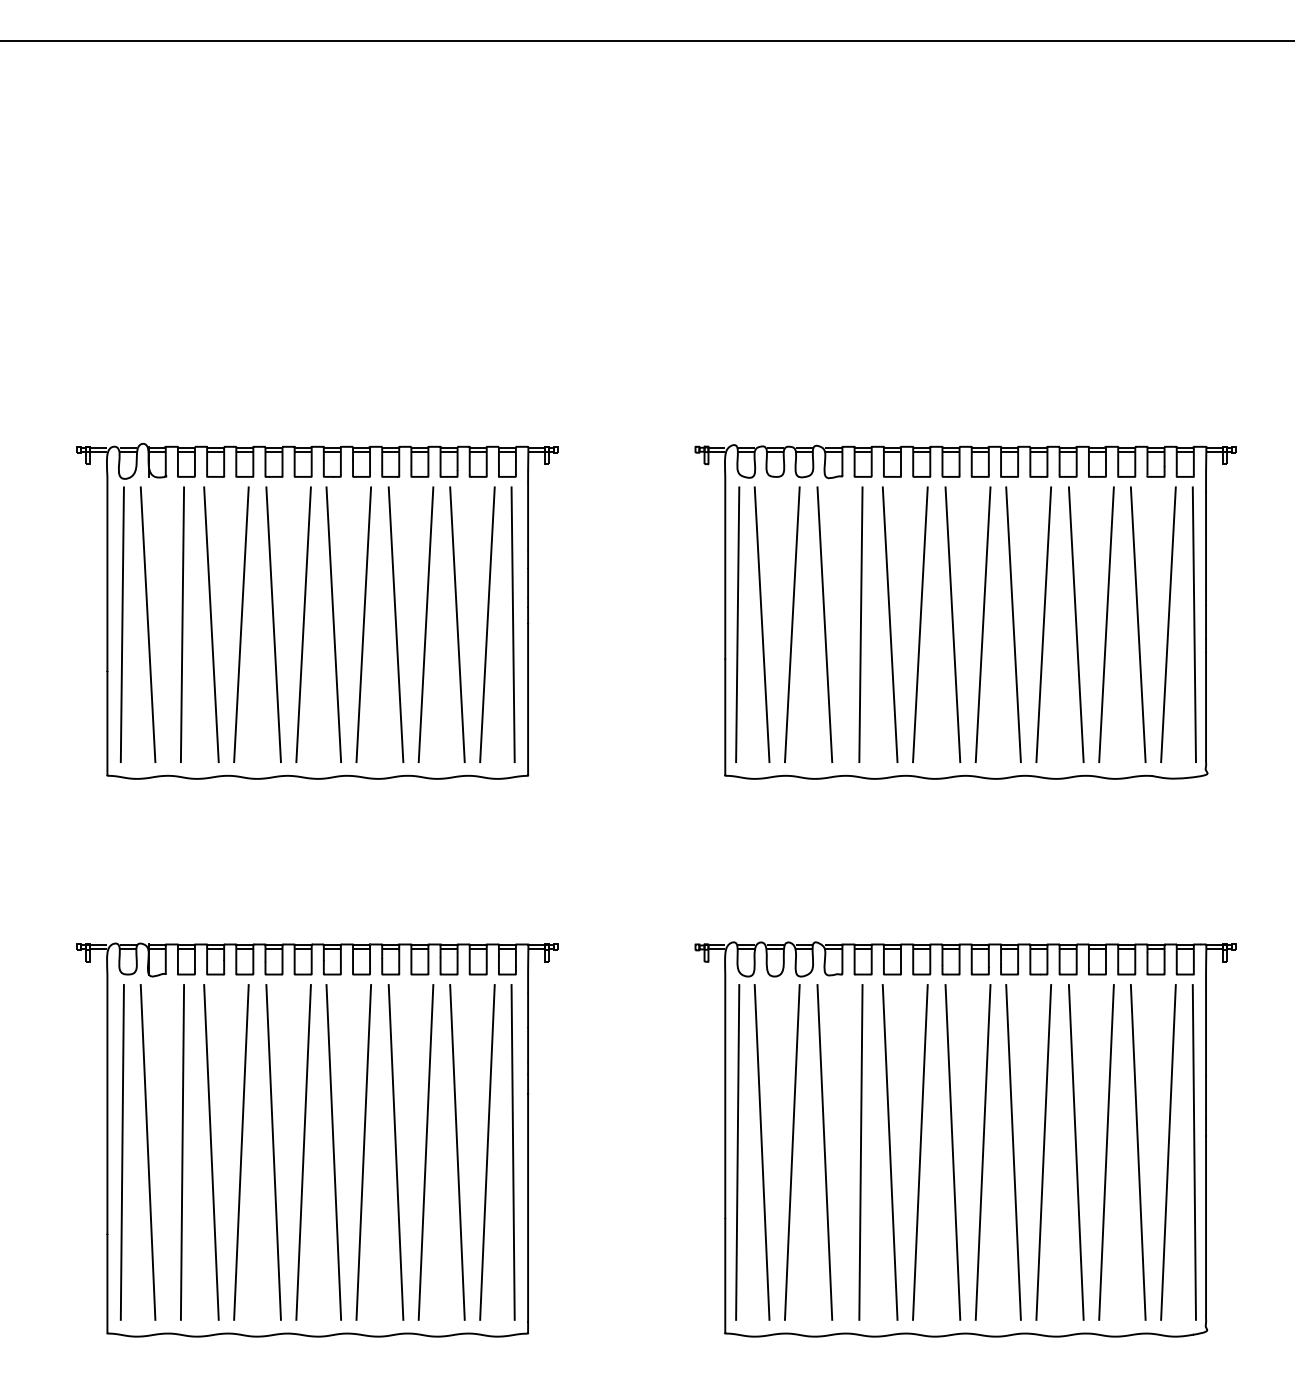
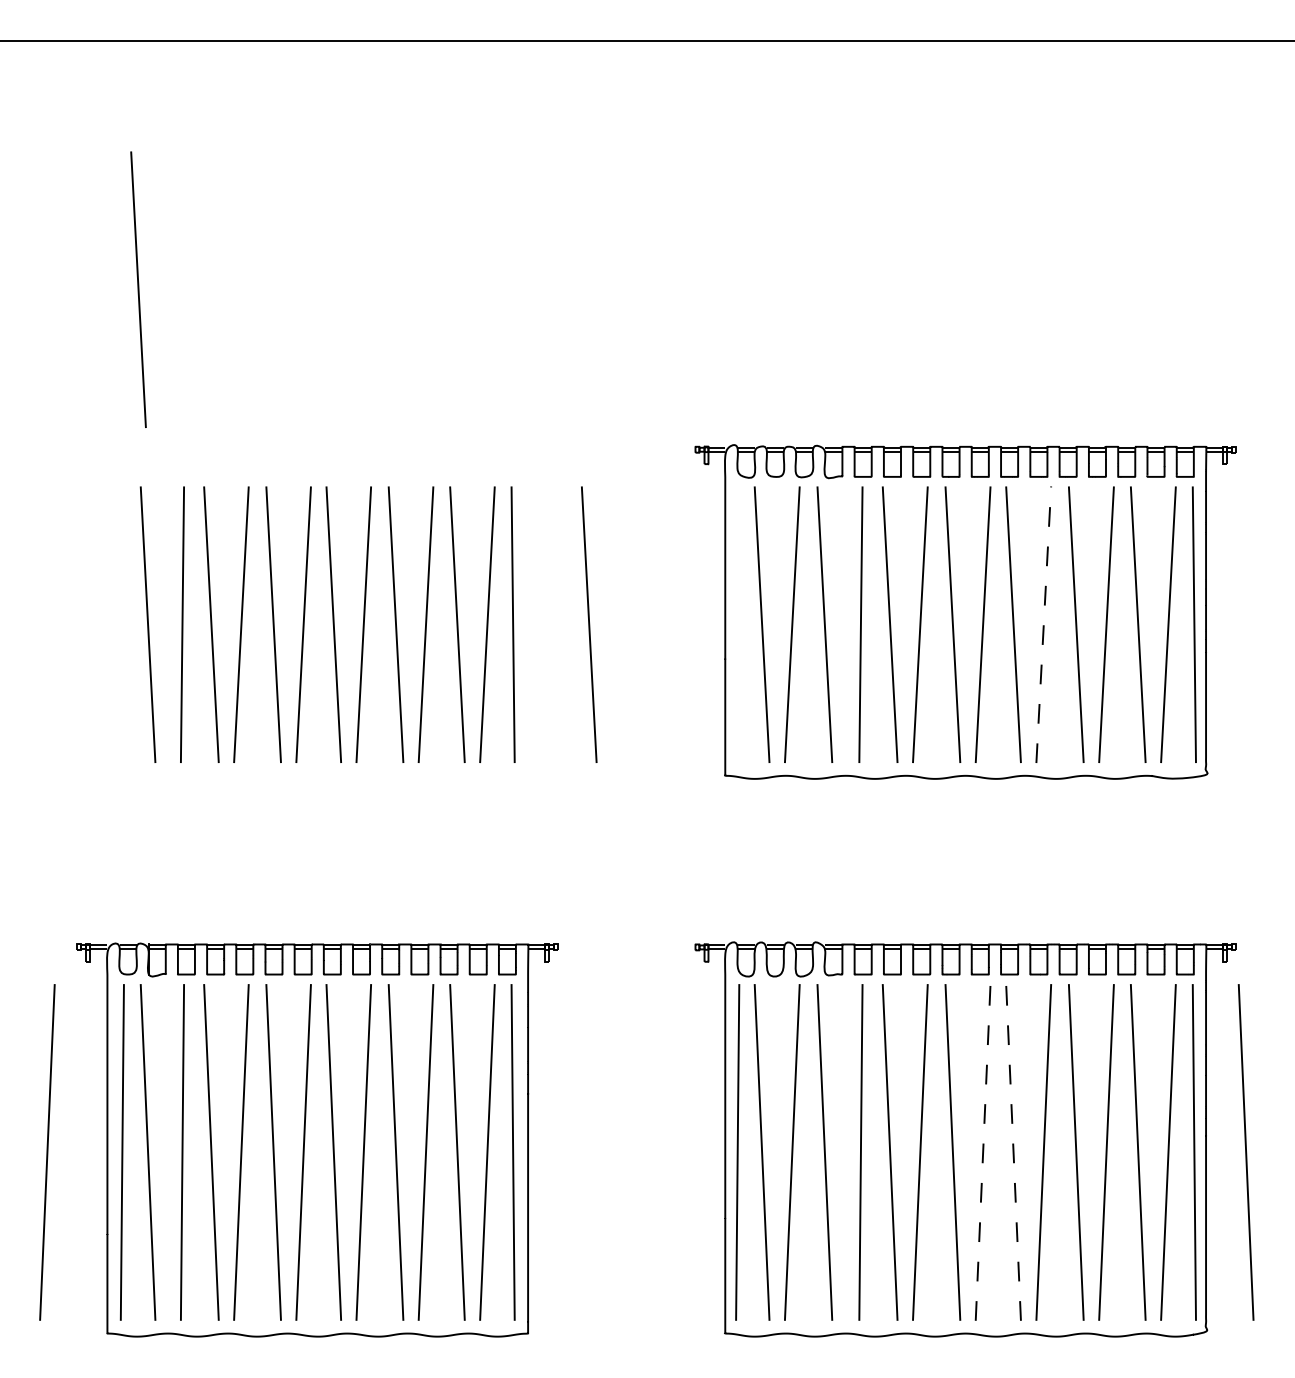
line at (138, 289): none -> present
part at (317, 610): present -> none
line at (589, 624): none -> present
line at (737, 624): present -> none
line at (1043, 624): solid -> dashed
line at (47, 1152): none -> present
line at (983, 1152): solid -> dashed
line at (1013, 1152): solid -> dashed
line at (1245, 1152): none -> present
